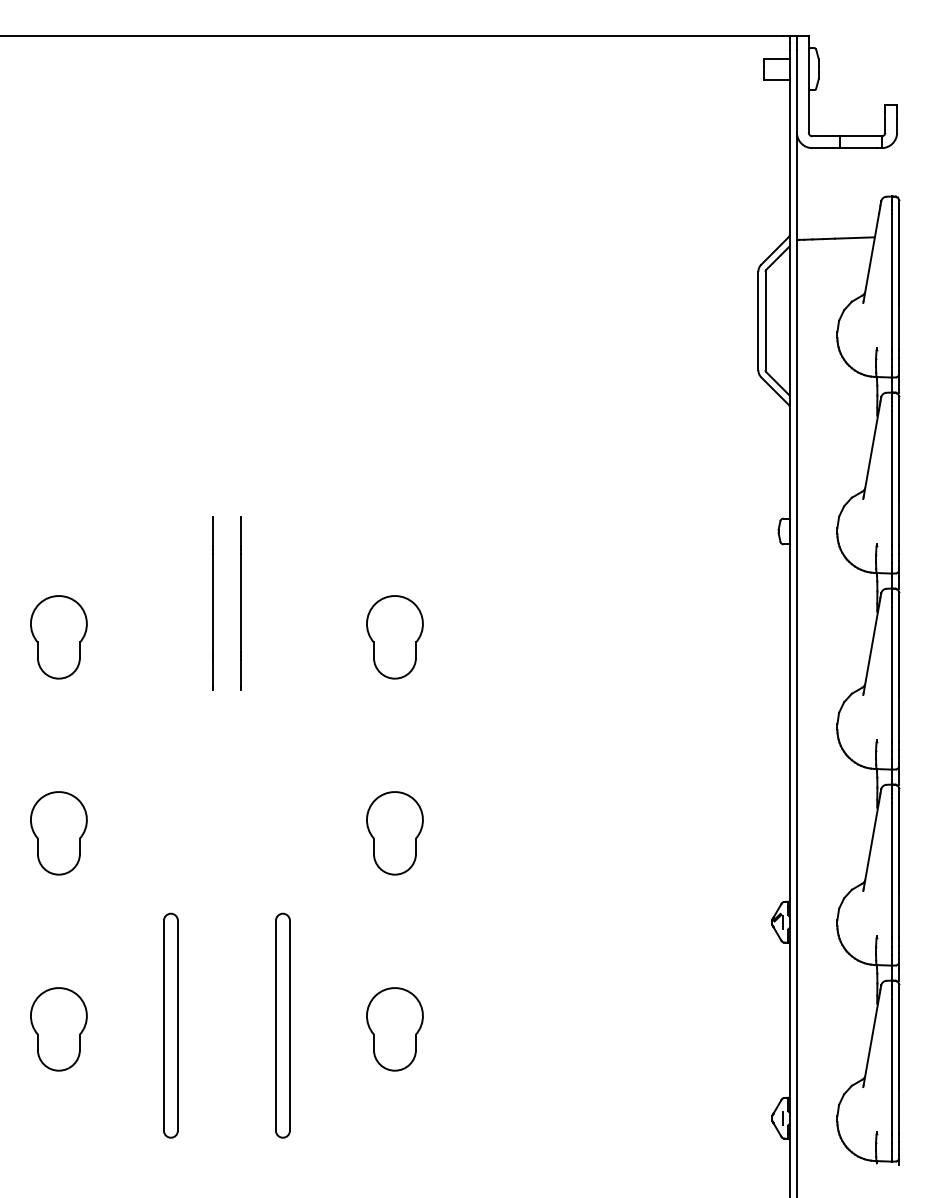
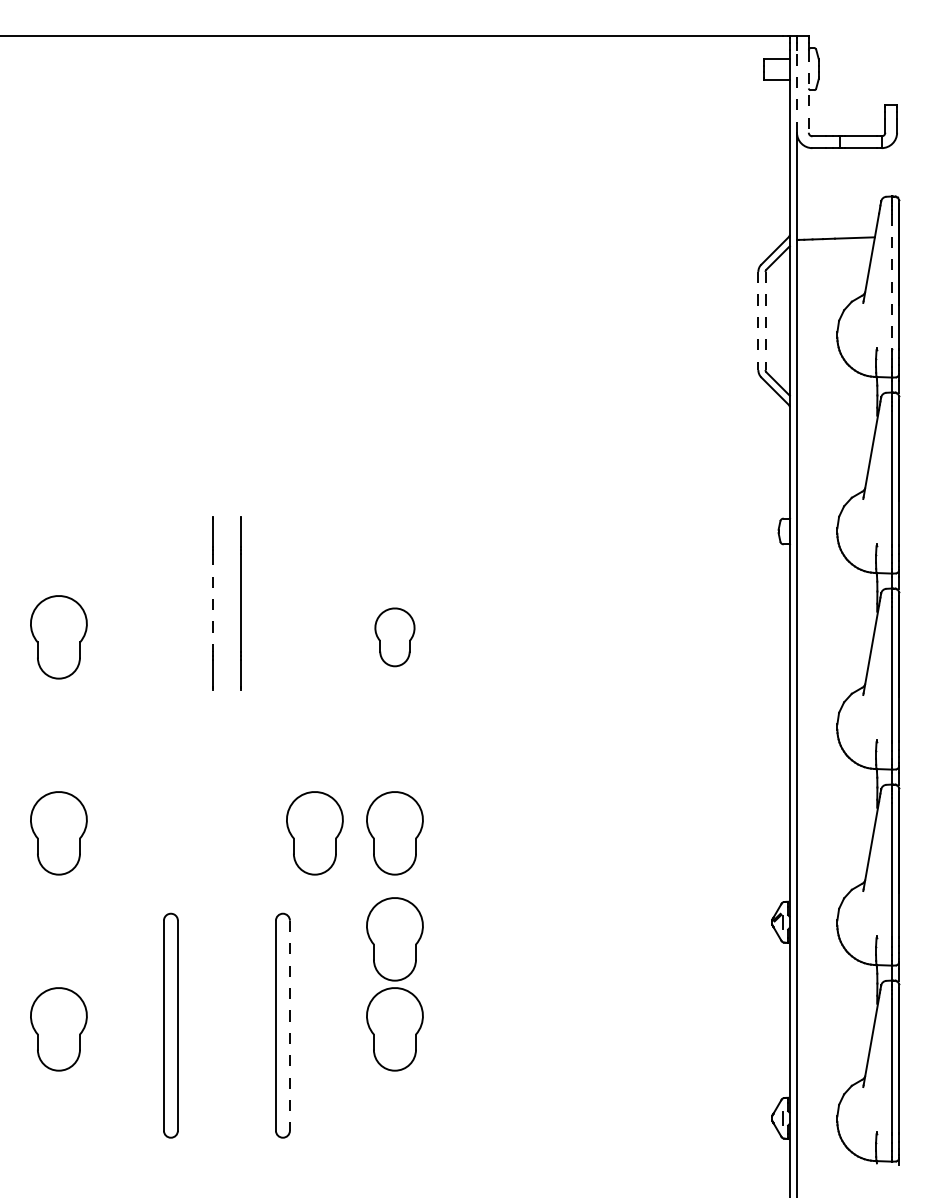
line at (797, 91): solid -> dashed
line at (808, 92): solid -> dashed
line at (892, 282): solid -> dashed
line at (758, 321): solid -> dashed
line at (765, 321): solid -> dashed
line at (212, 603): solid -> dashed
part at (394, 637) size: 58x85 px -> 42x61 px
part at (314, 833): none -> present
part at (394, 939): none -> present
line at (289, 1026): solid -> dashed
